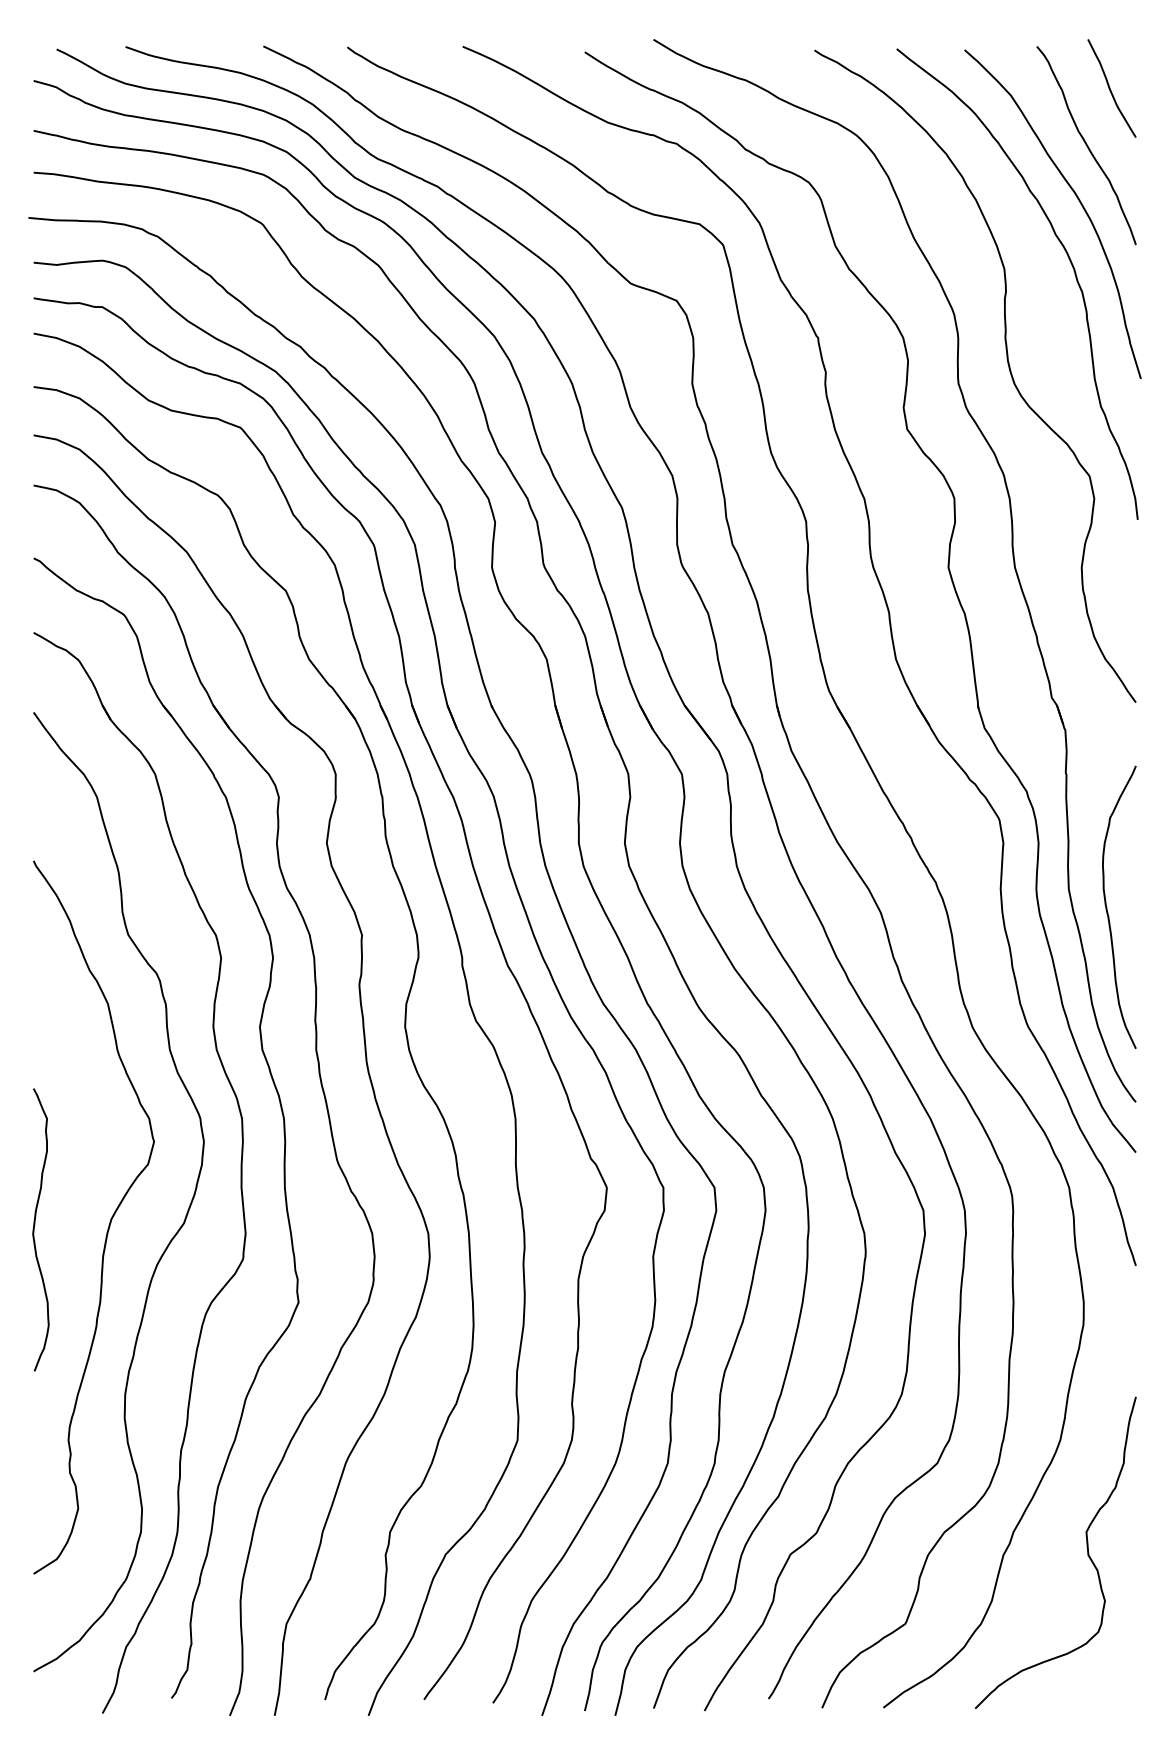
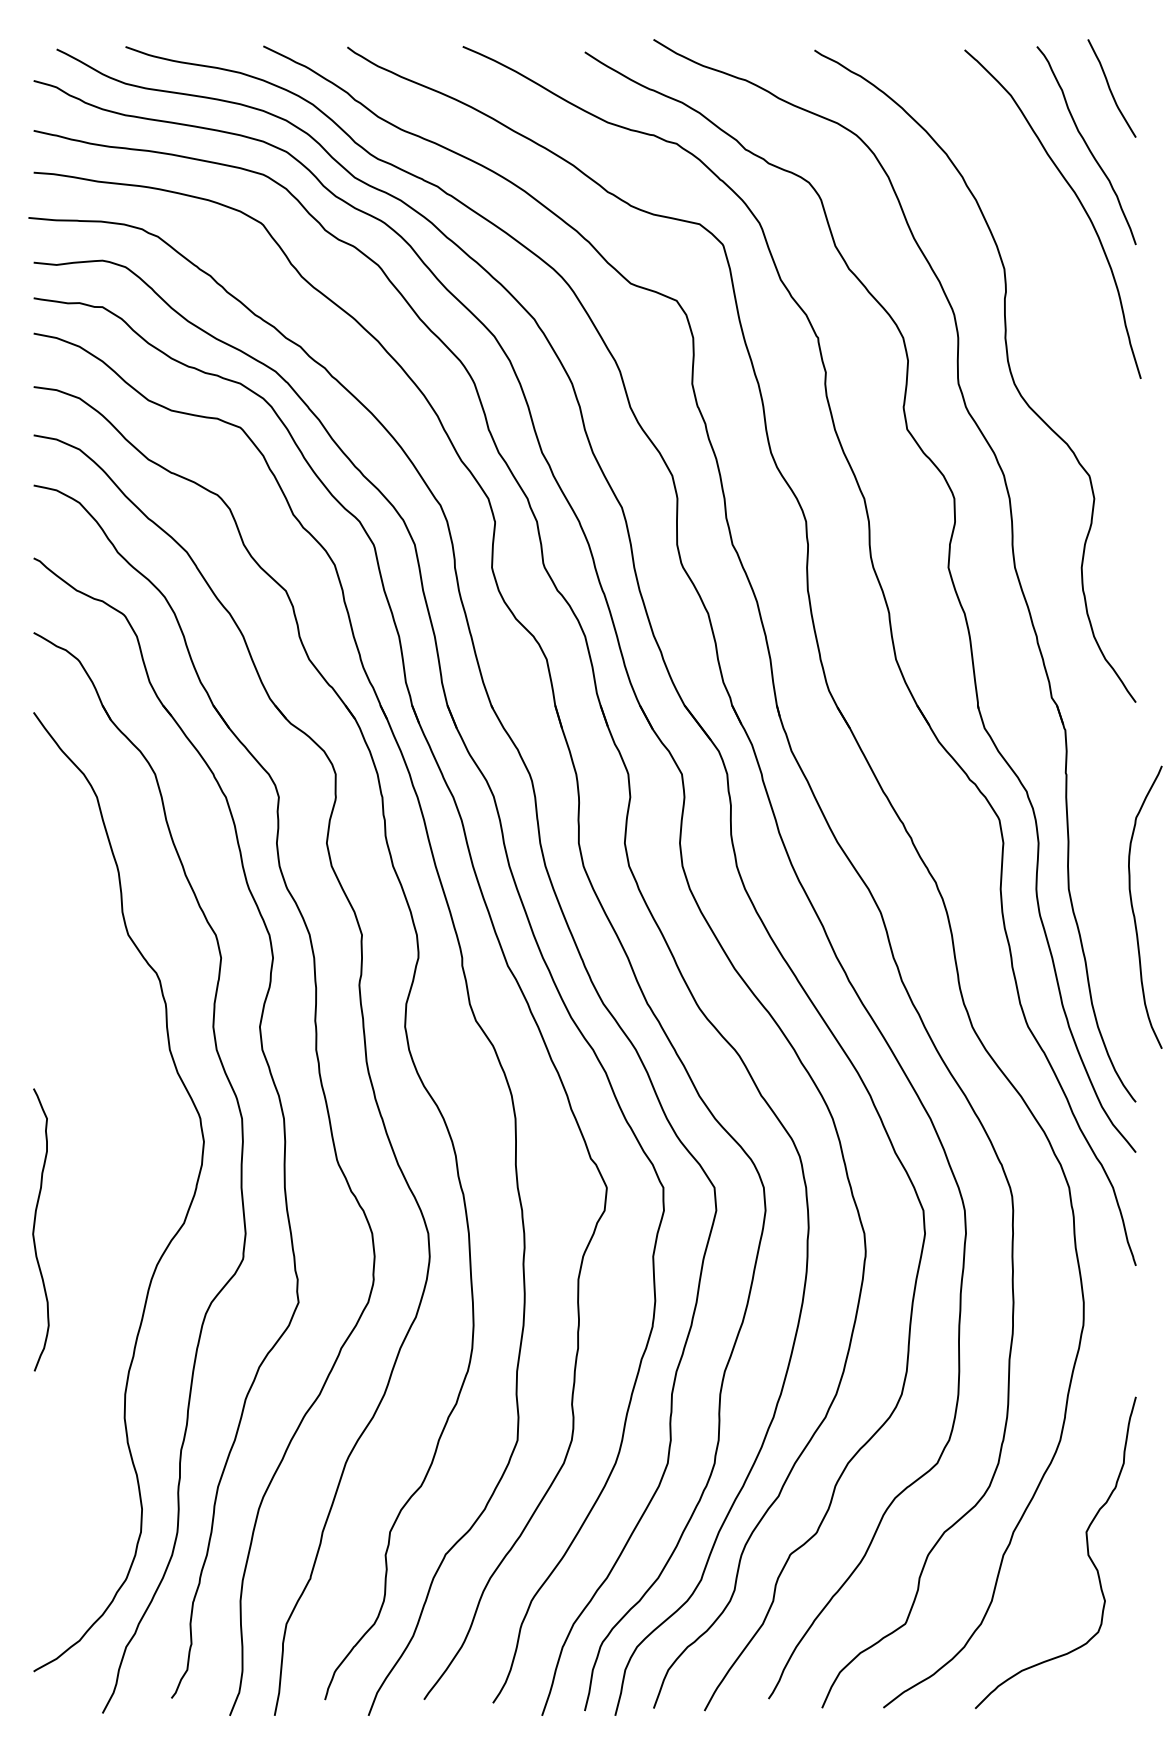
curve at (1069, 261): present -> none
curve at (1107, 907) position: (1107, 907) -> (1133, 907)
curve at (109, 1221): present -> none
